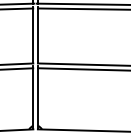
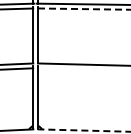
line at (84, 9): solid -> dashed
line at (82, 69): present -> none
line at (83, 130): solid -> dashed
